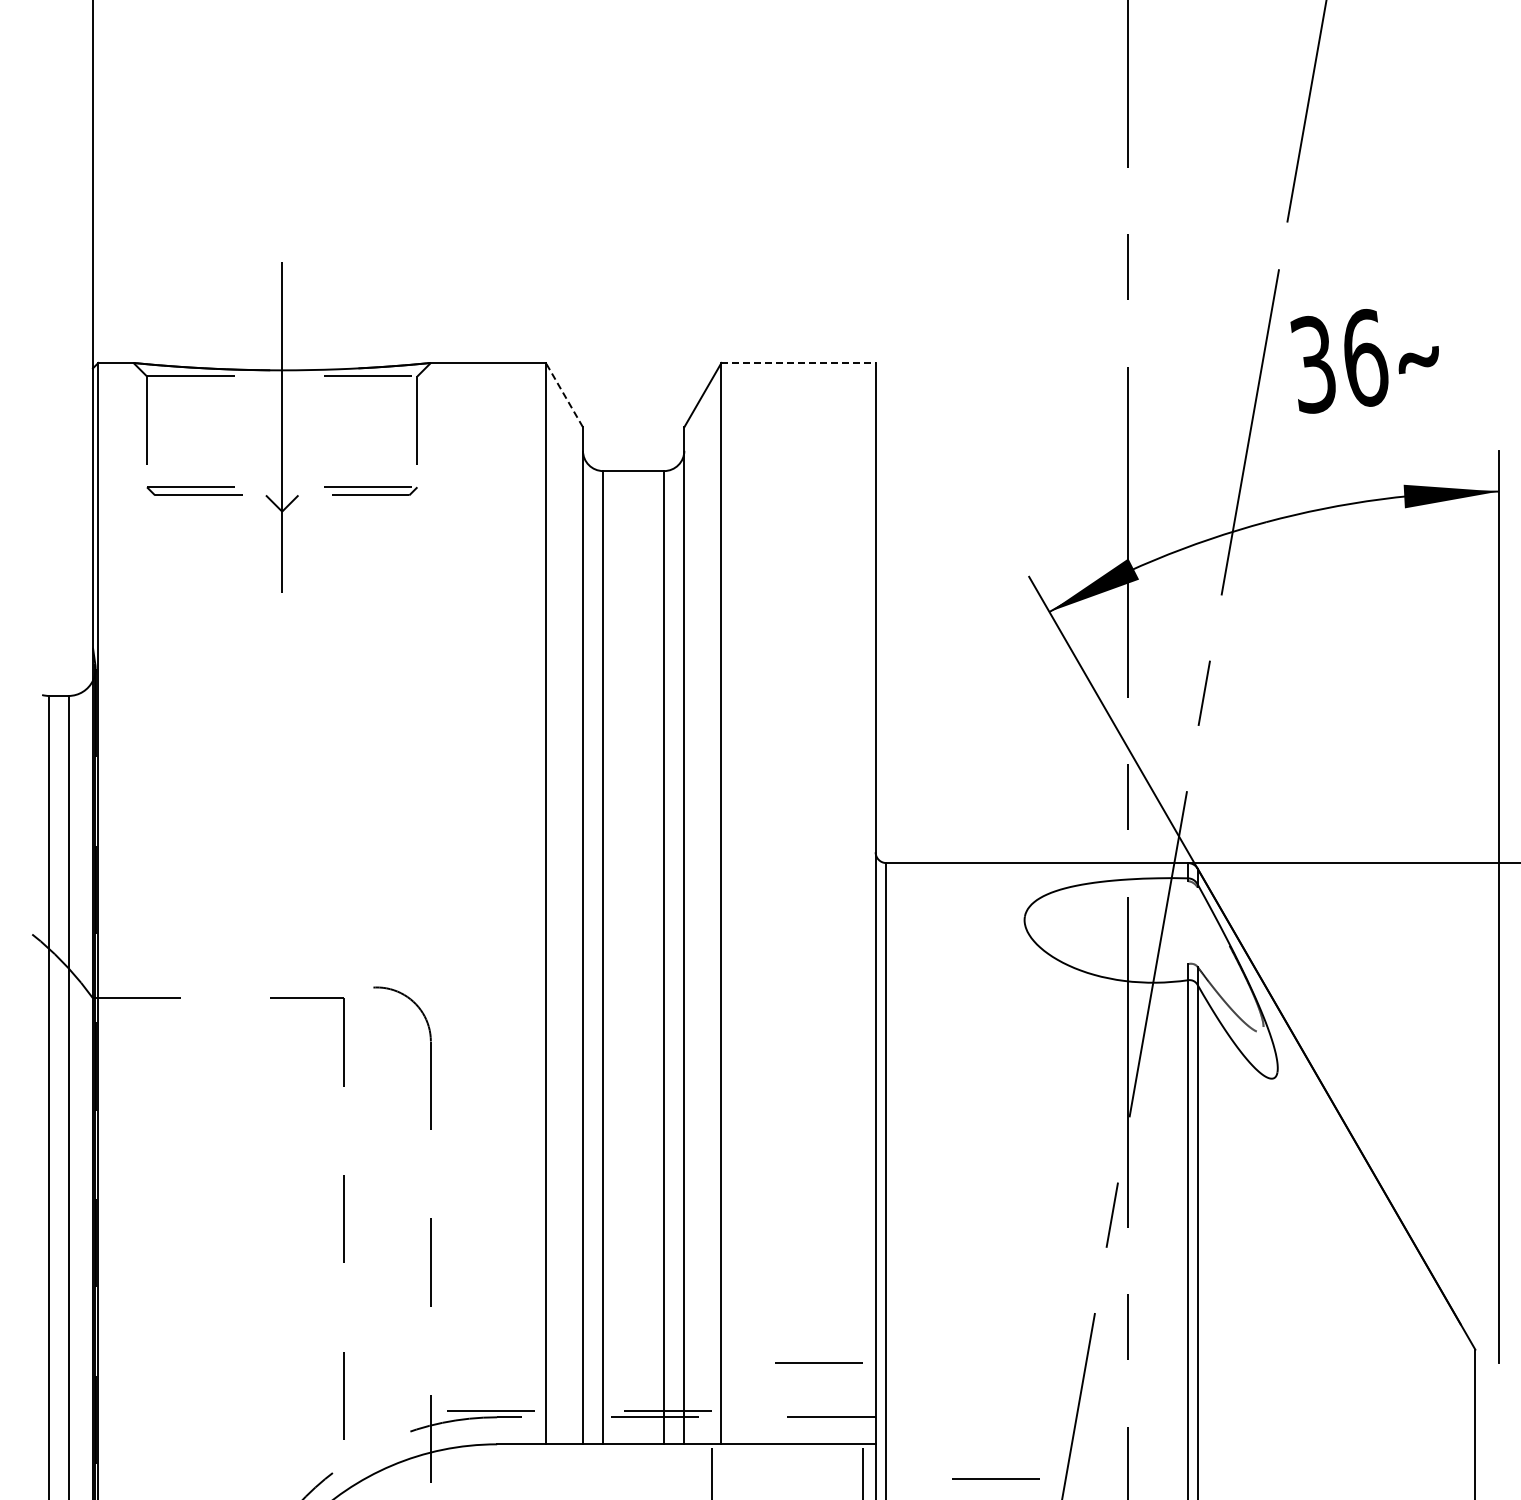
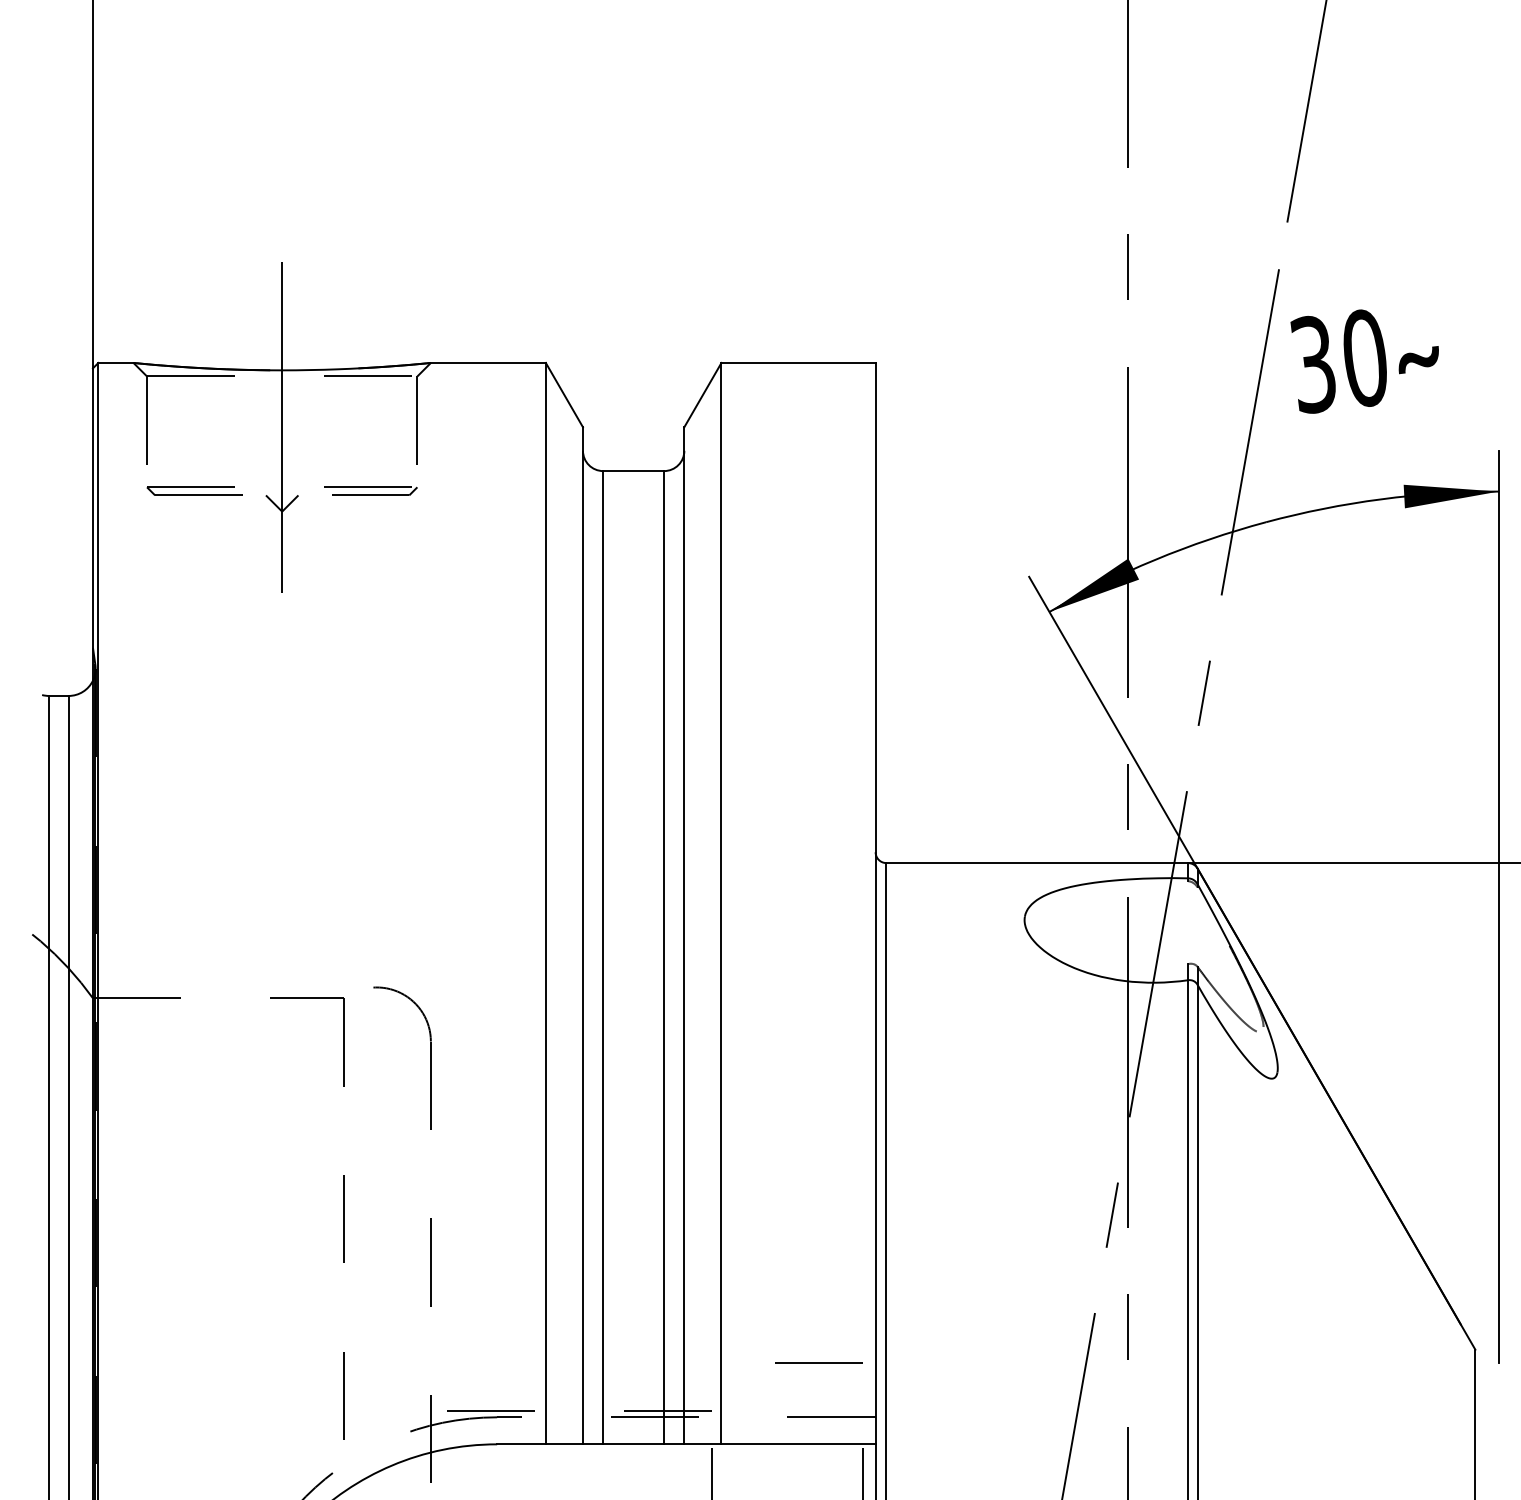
text at (1365, 357): 36 -> 30
line at (799, 362): dashed -> solid
line at (564, 394): dashed -> solid
line at (995, 1478): present -> none
